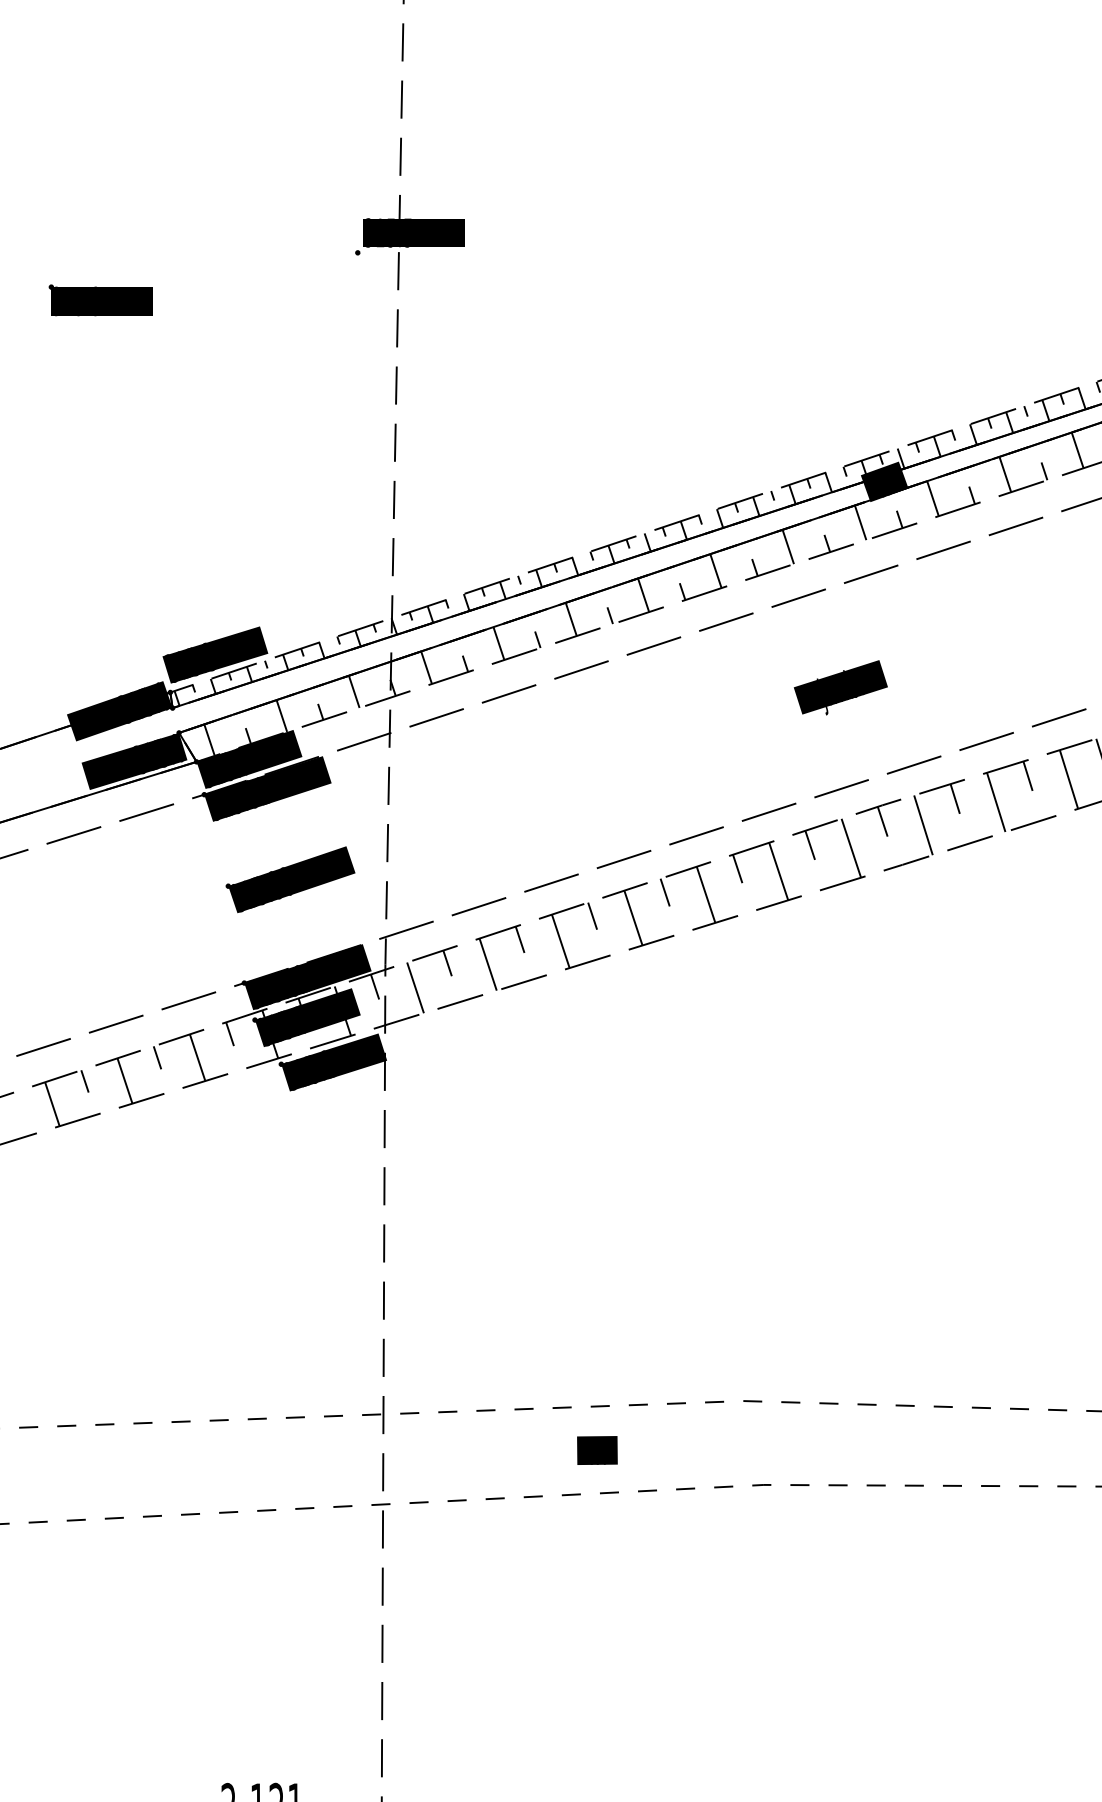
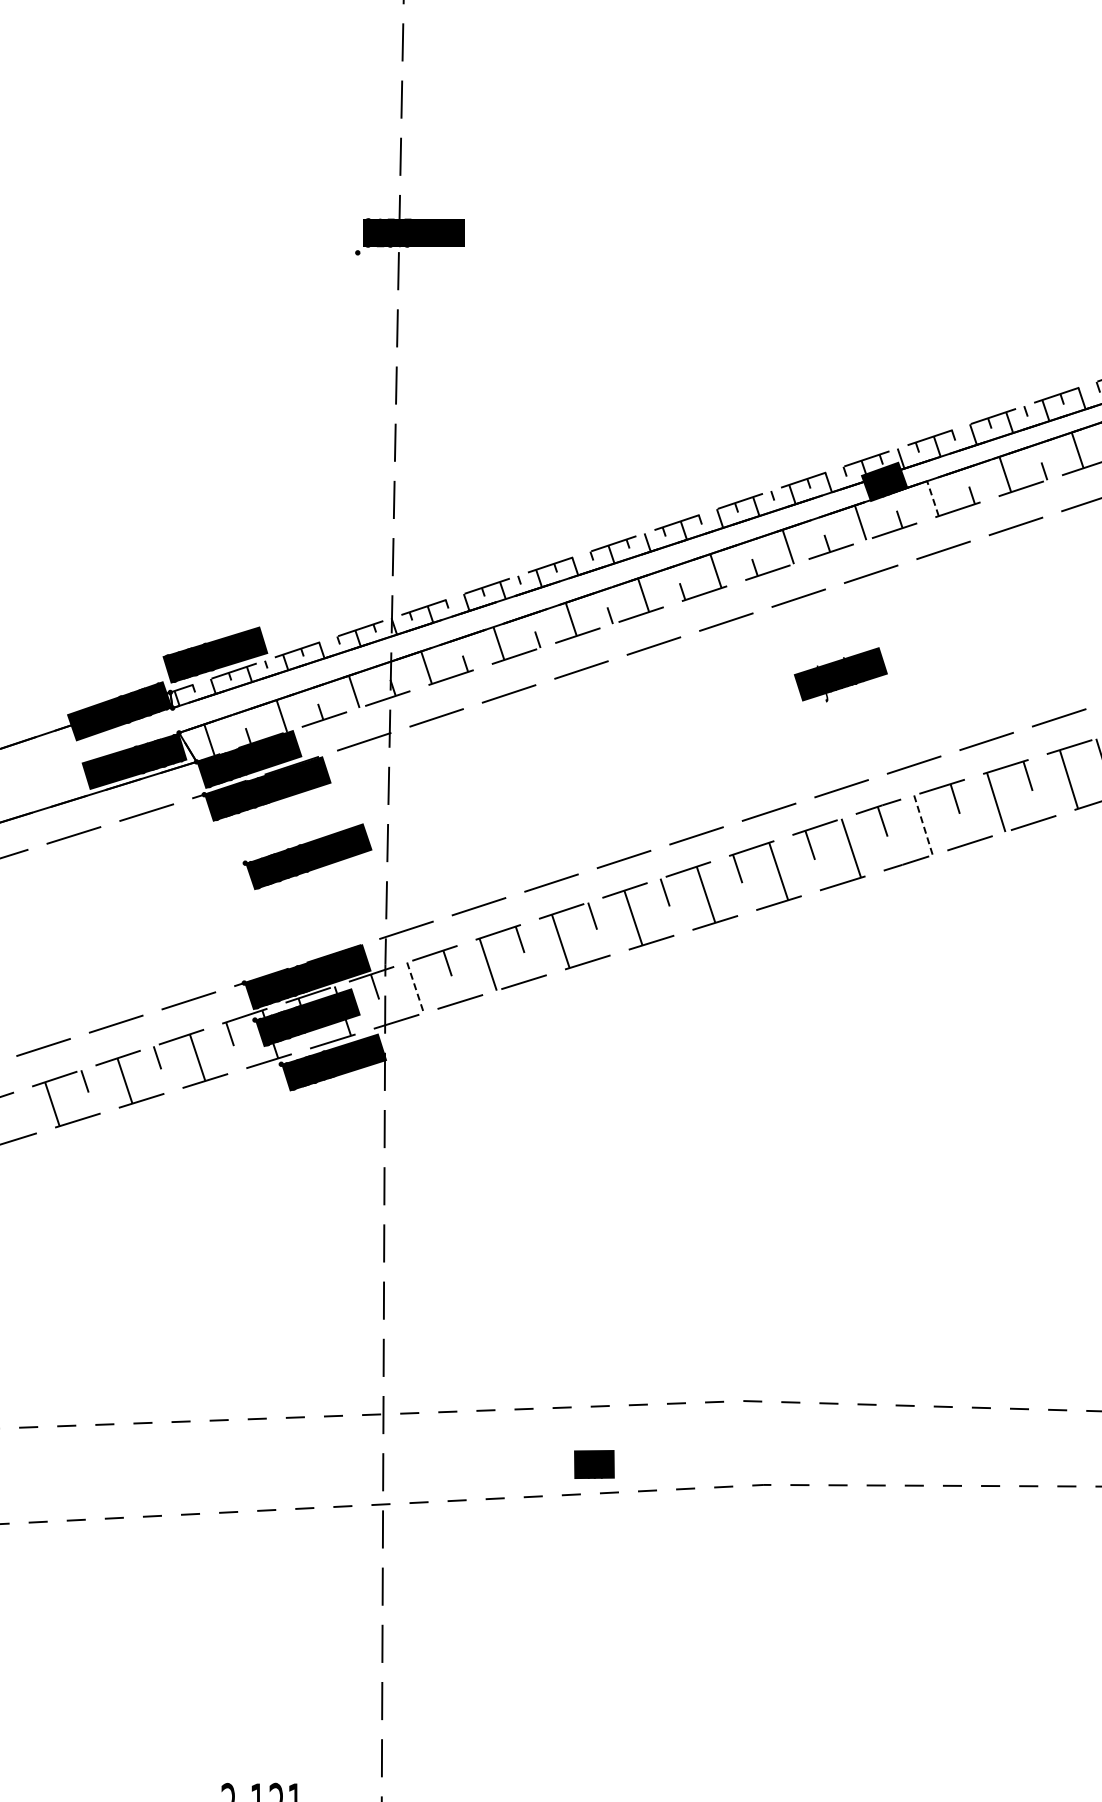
part at (100, 300): present -> none
line at (932, 498): solid -> dashed
text at (840, 687) position: (840, 687) -> (840, 674)
line at (923, 825): solid -> dashed
part at (290, 879) position: (290, 879) -> (307, 856)
line at (415, 987): solid -> dashed
text at (597, 1450) position: (597, 1450) -> (594, 1464)
